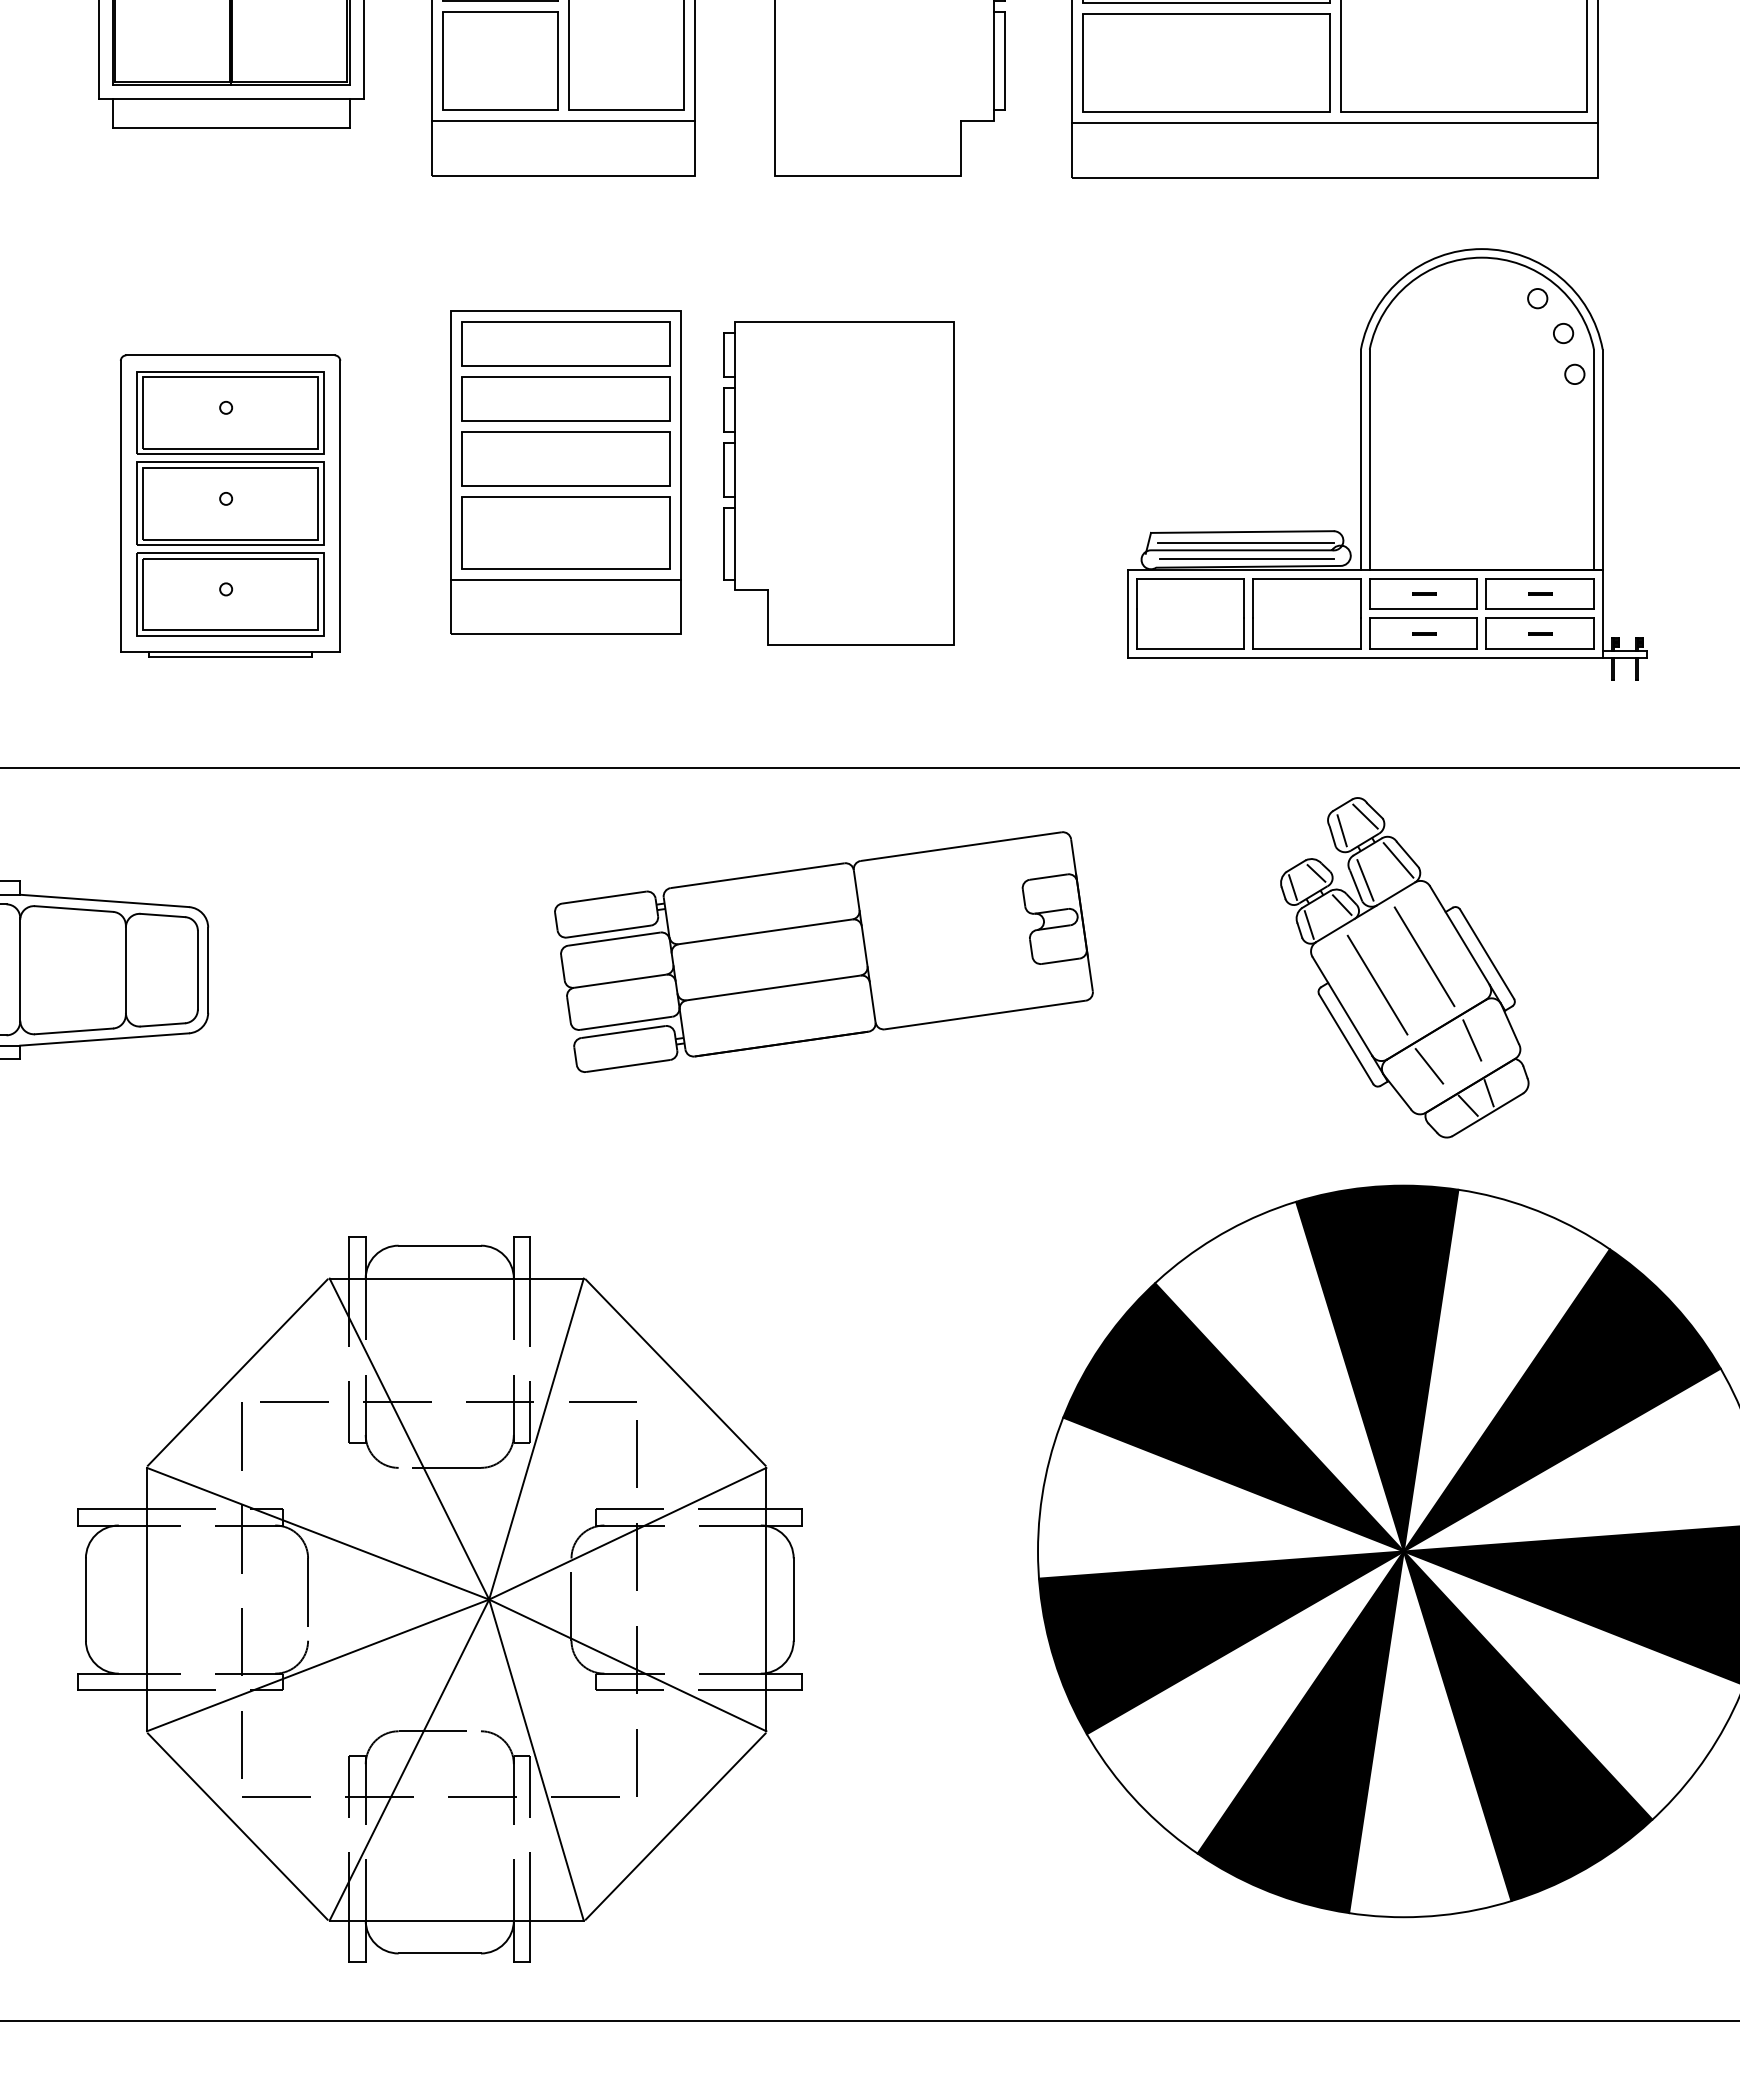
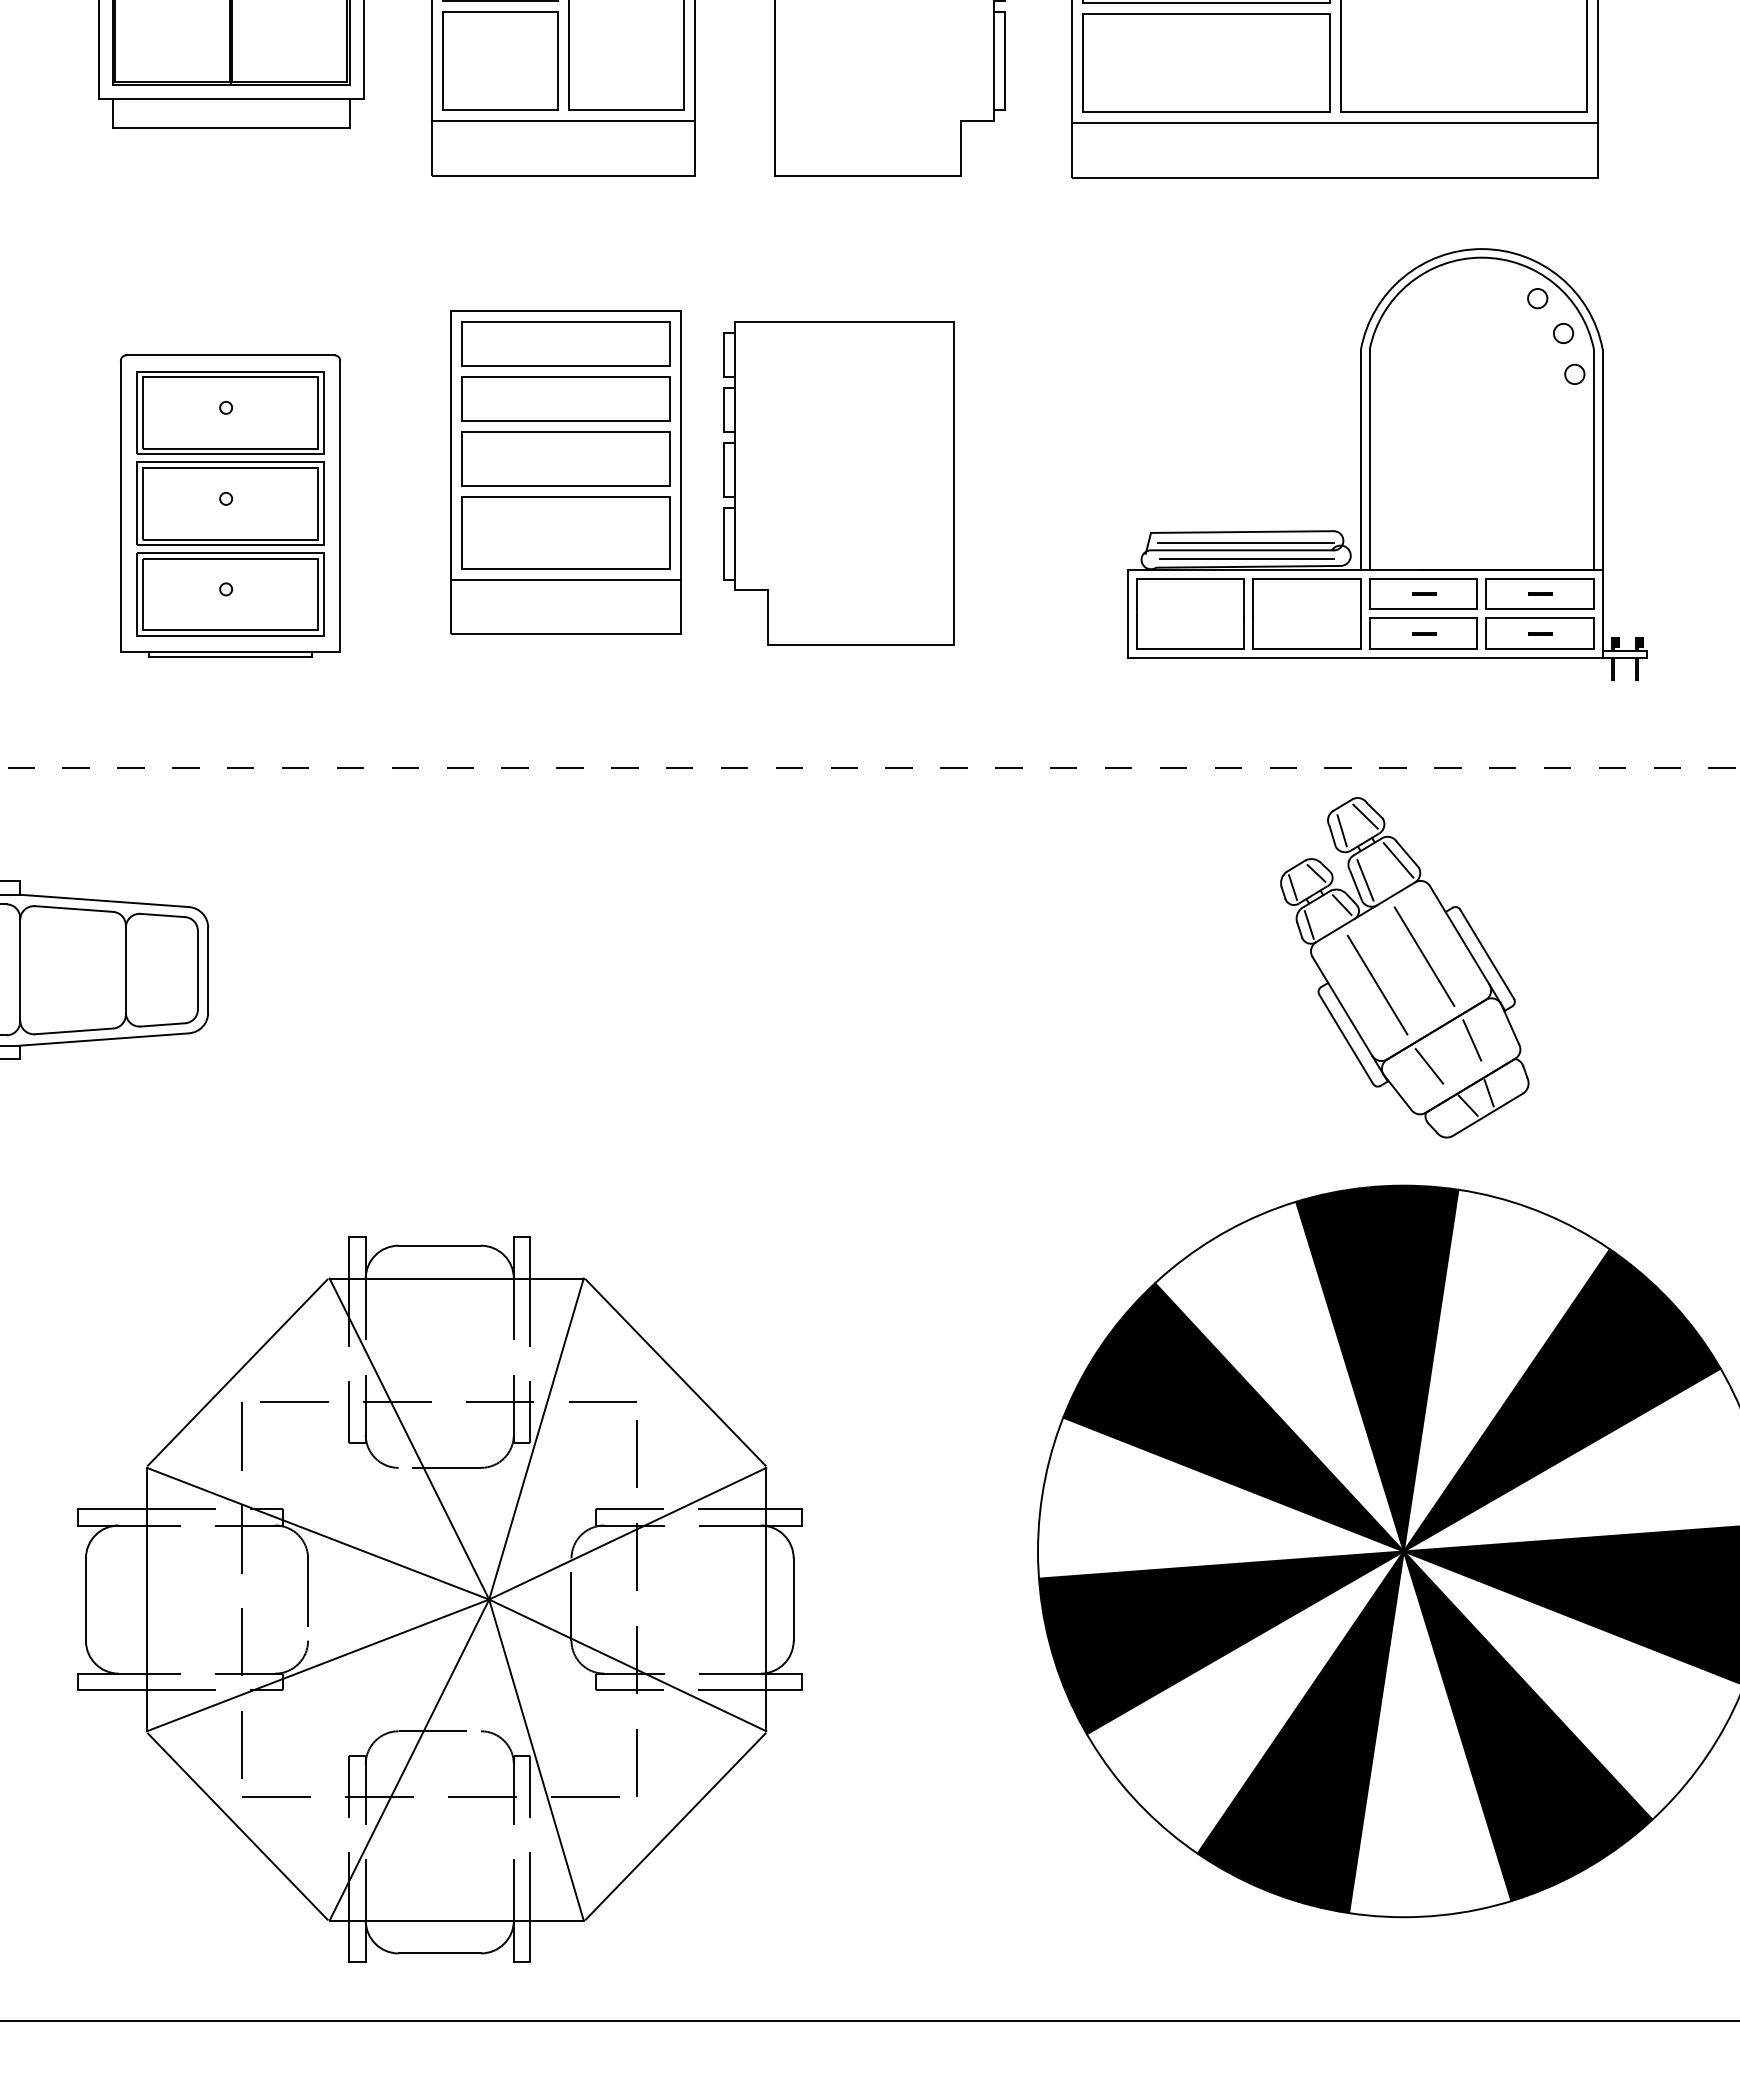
line at (868, 767): solid -> dashed
part at (823, 951): present -> none
